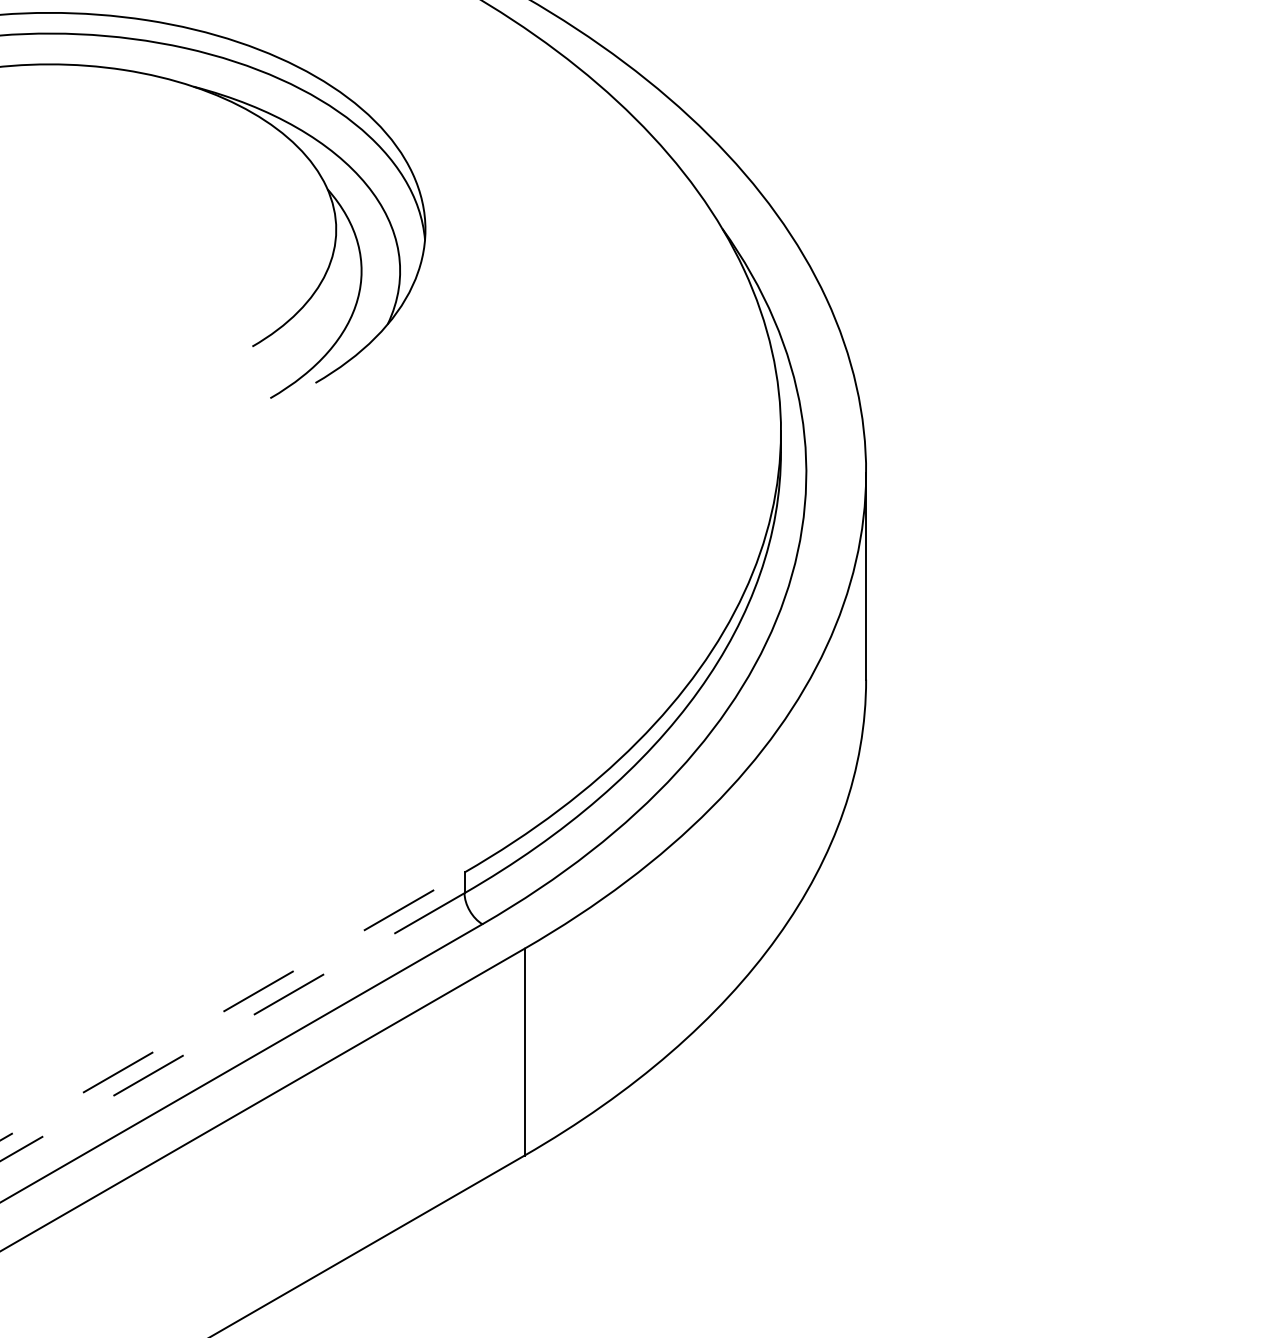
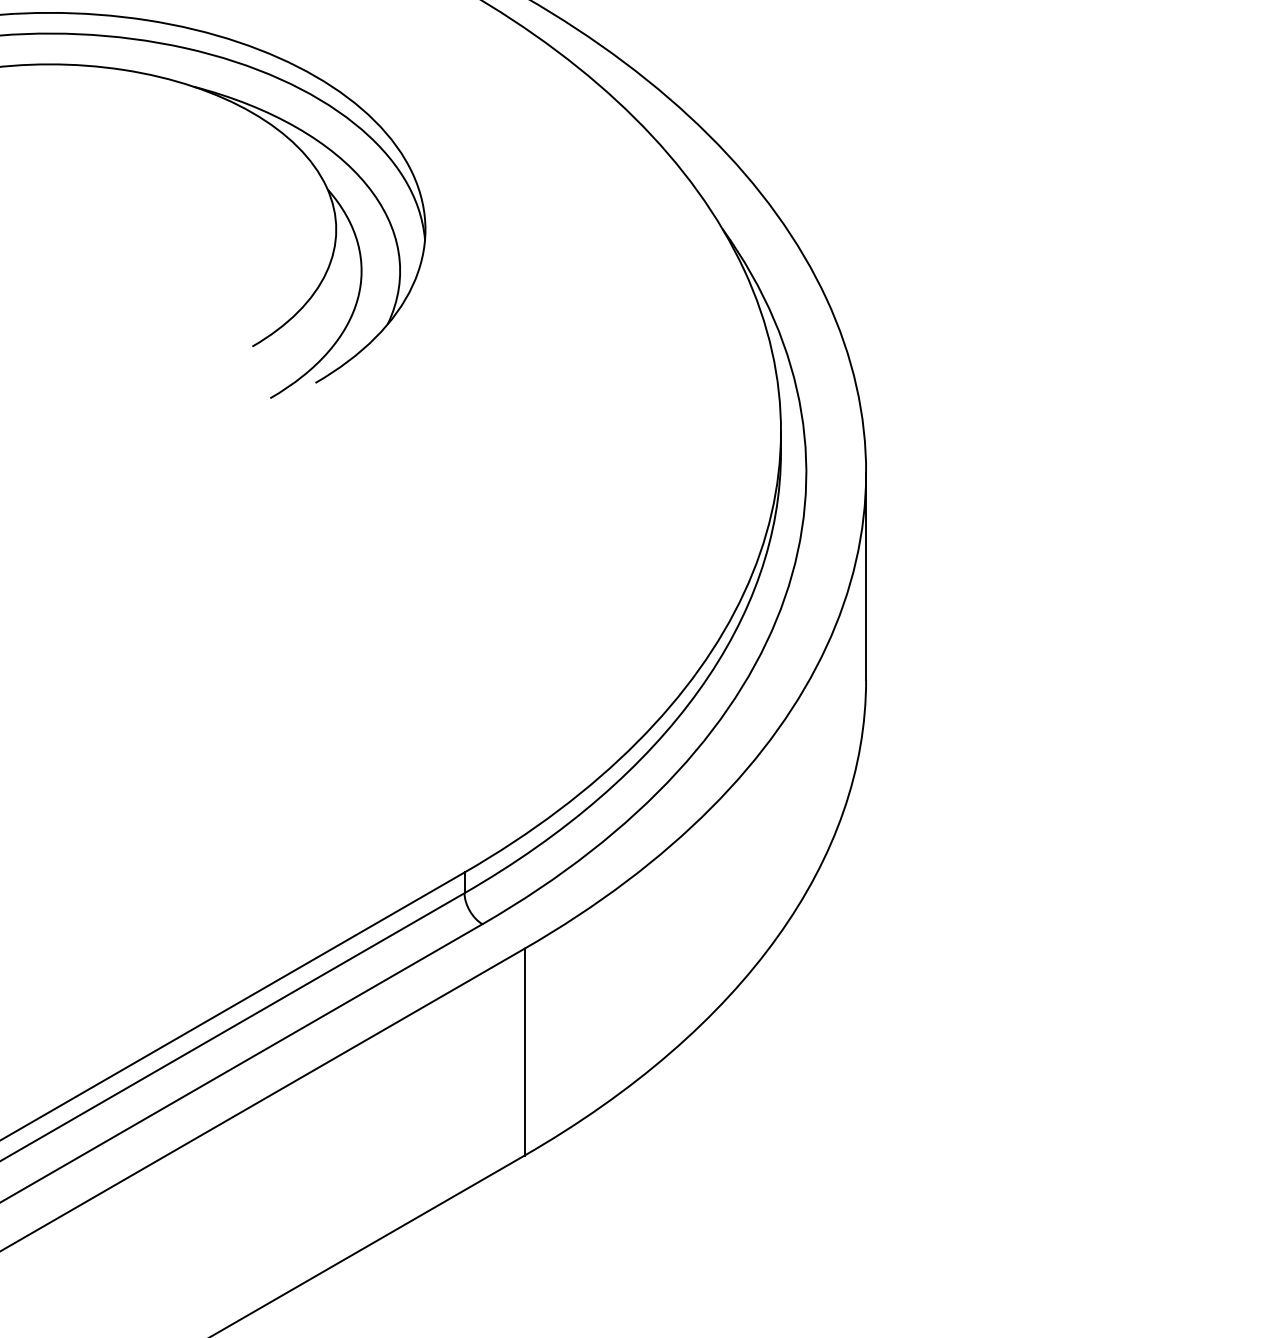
line at (232, 1006): dashed -> solid
line at (232, 1027): dashed -> solid
